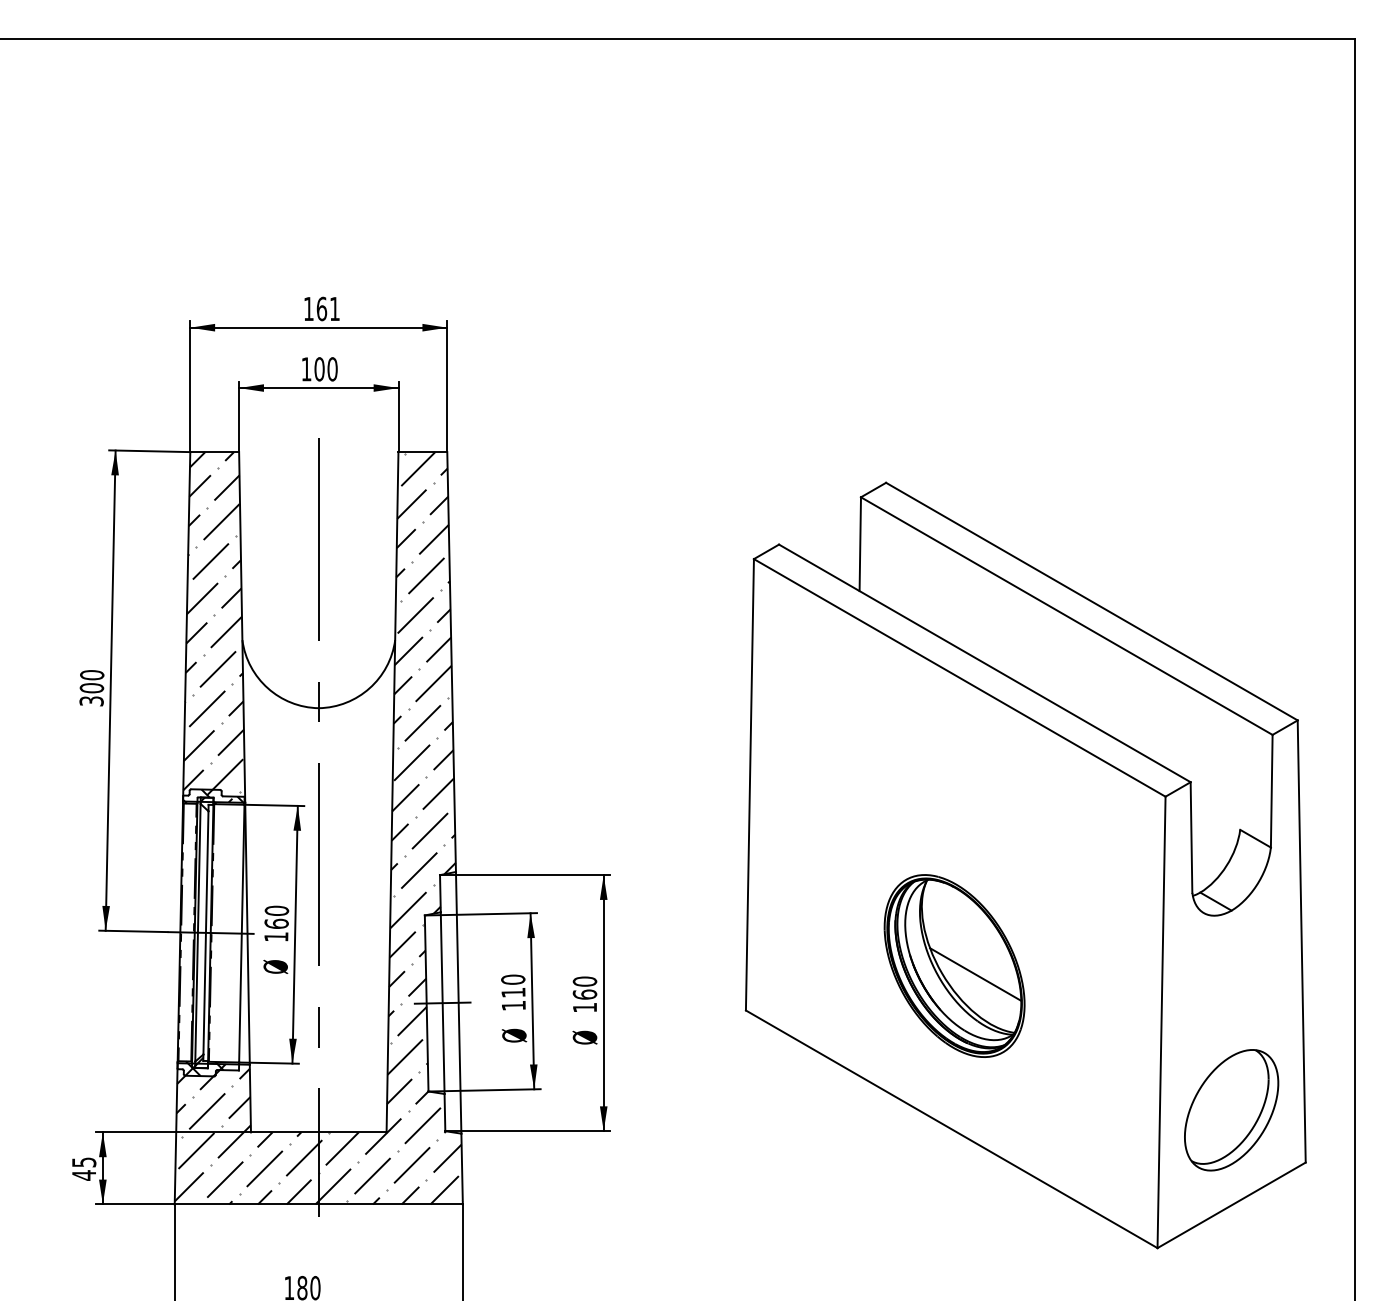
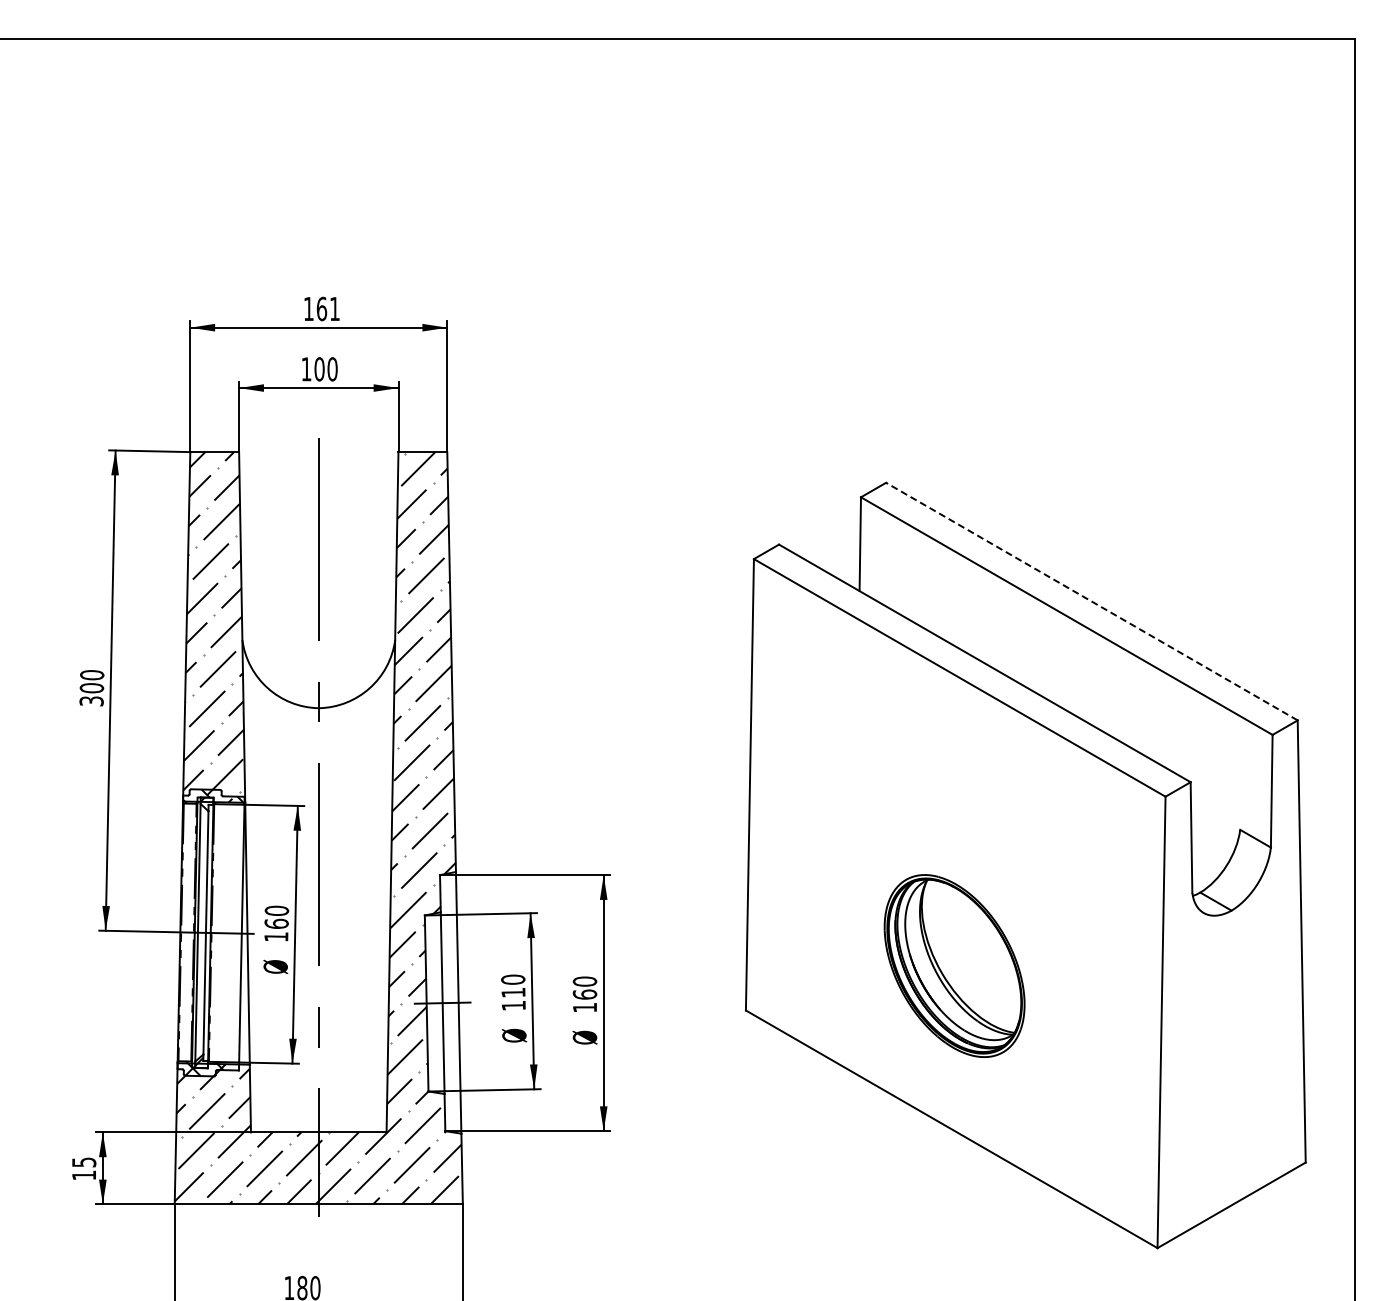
line at (1091, 601): solid -> dashed
line at (975, 974): present -> none
part at (1231, 1110): present -> none
text at (83, 1175): 45 -> 15
